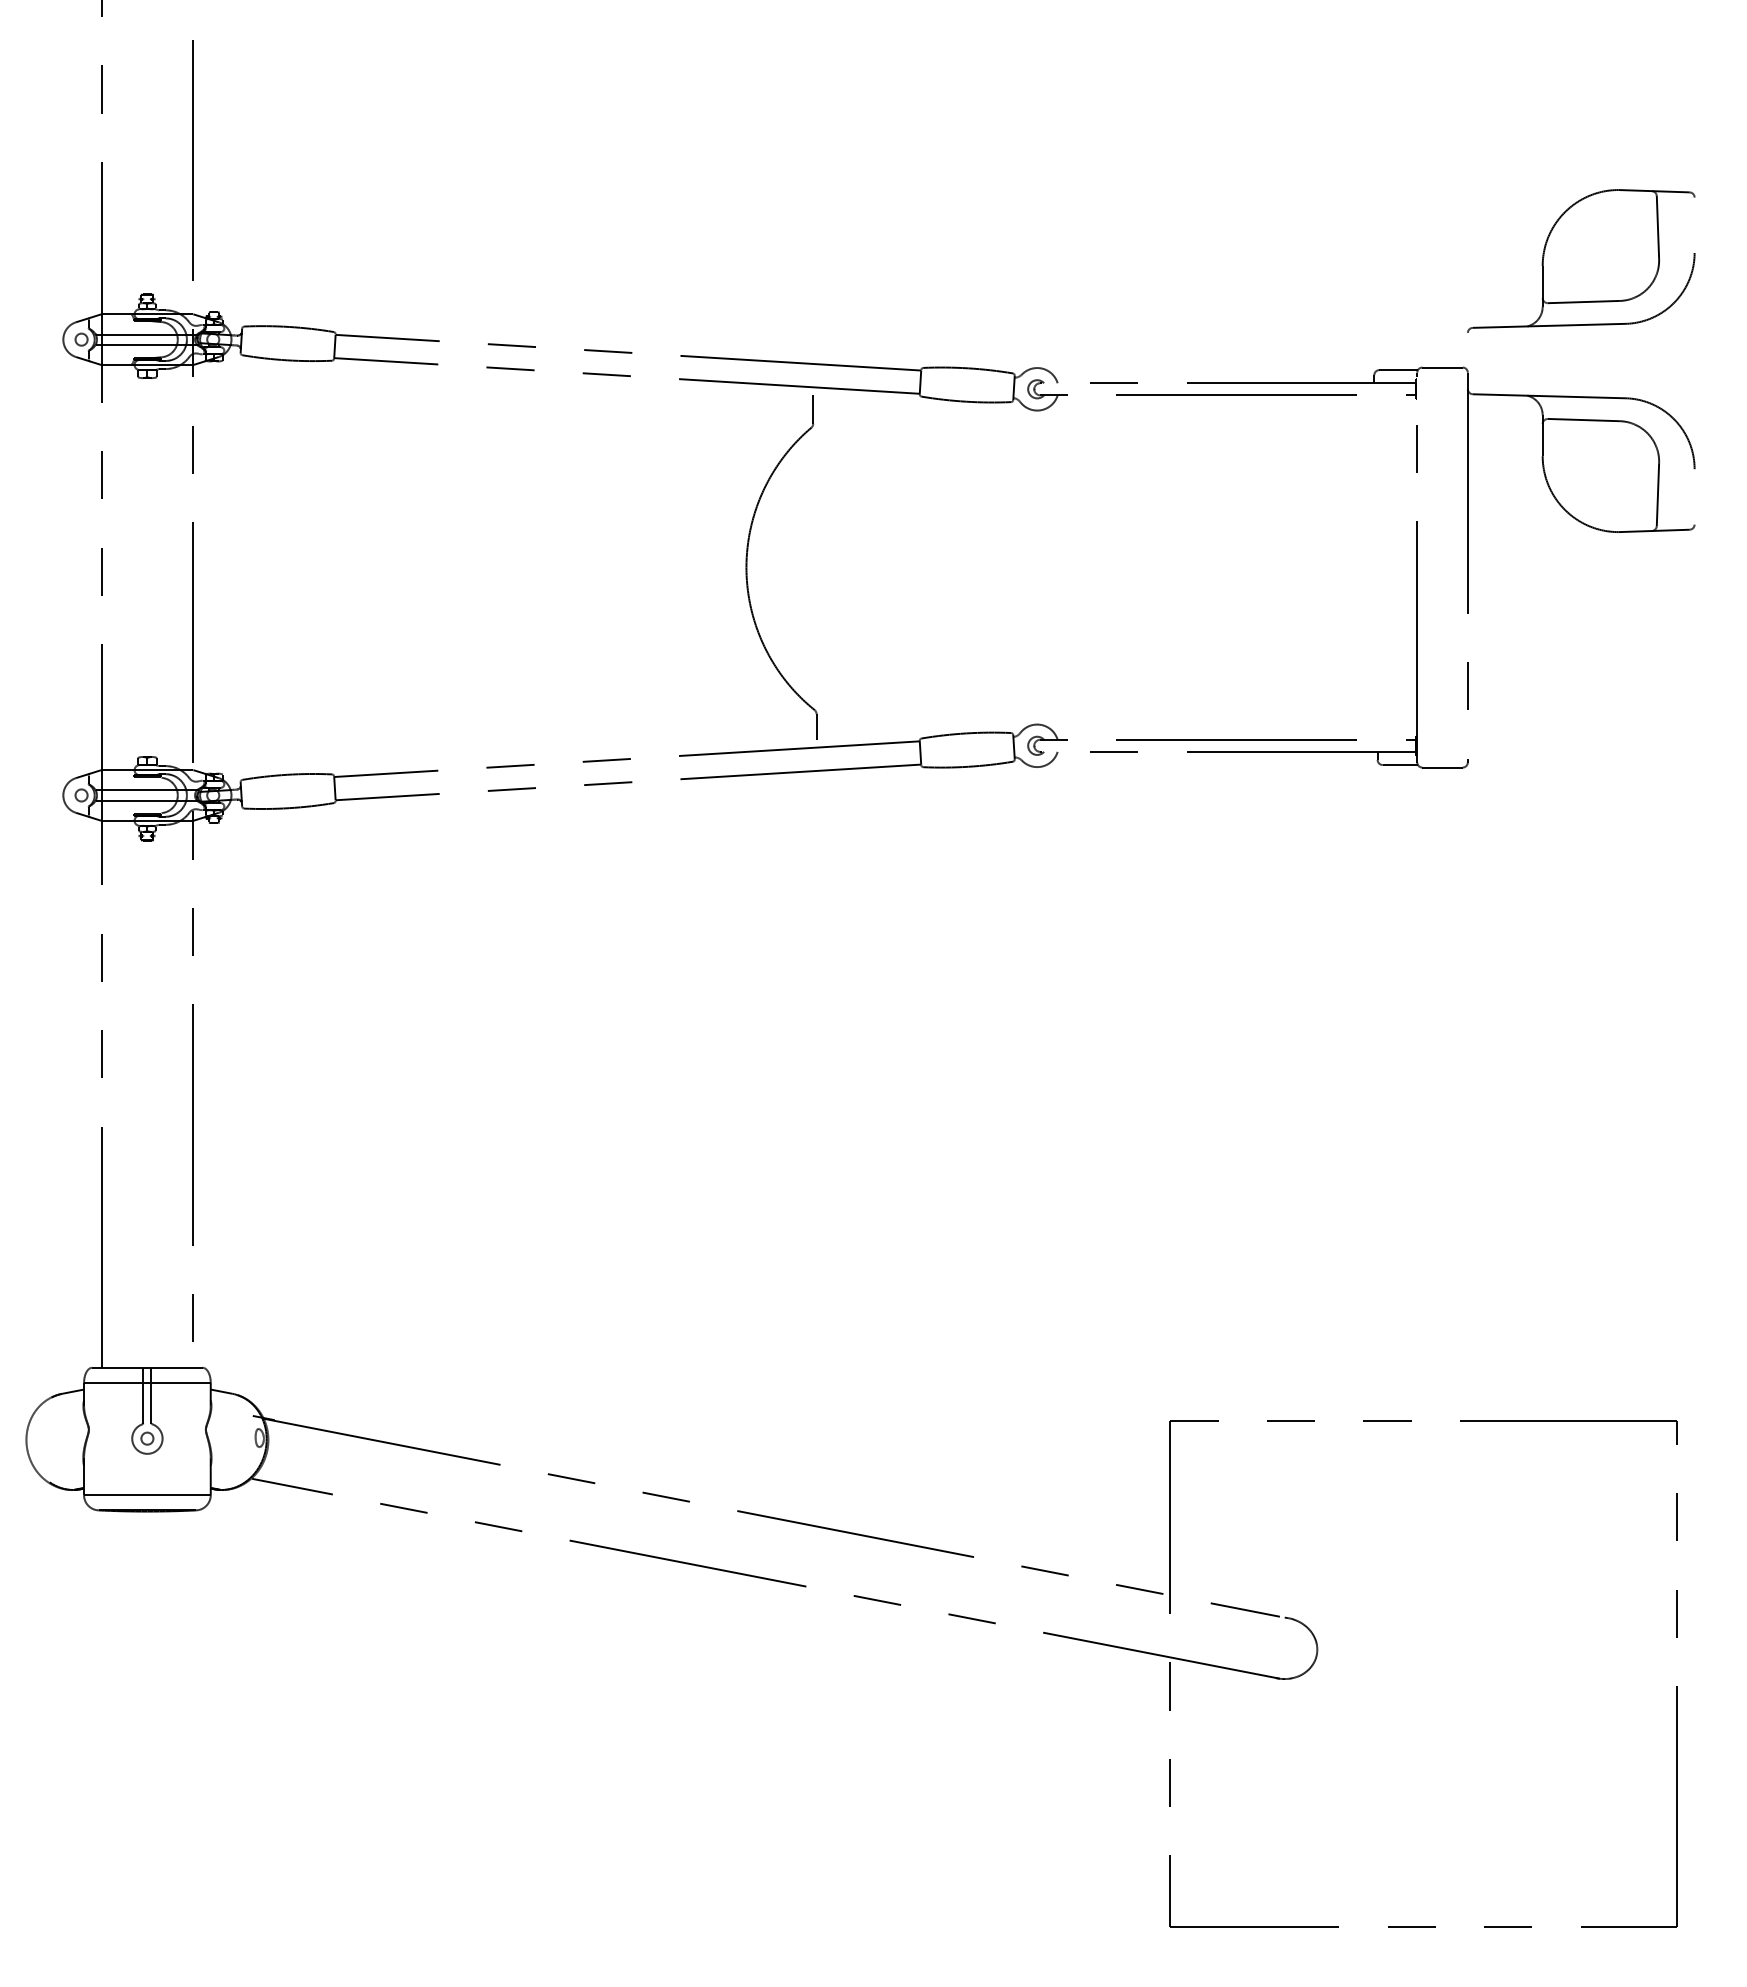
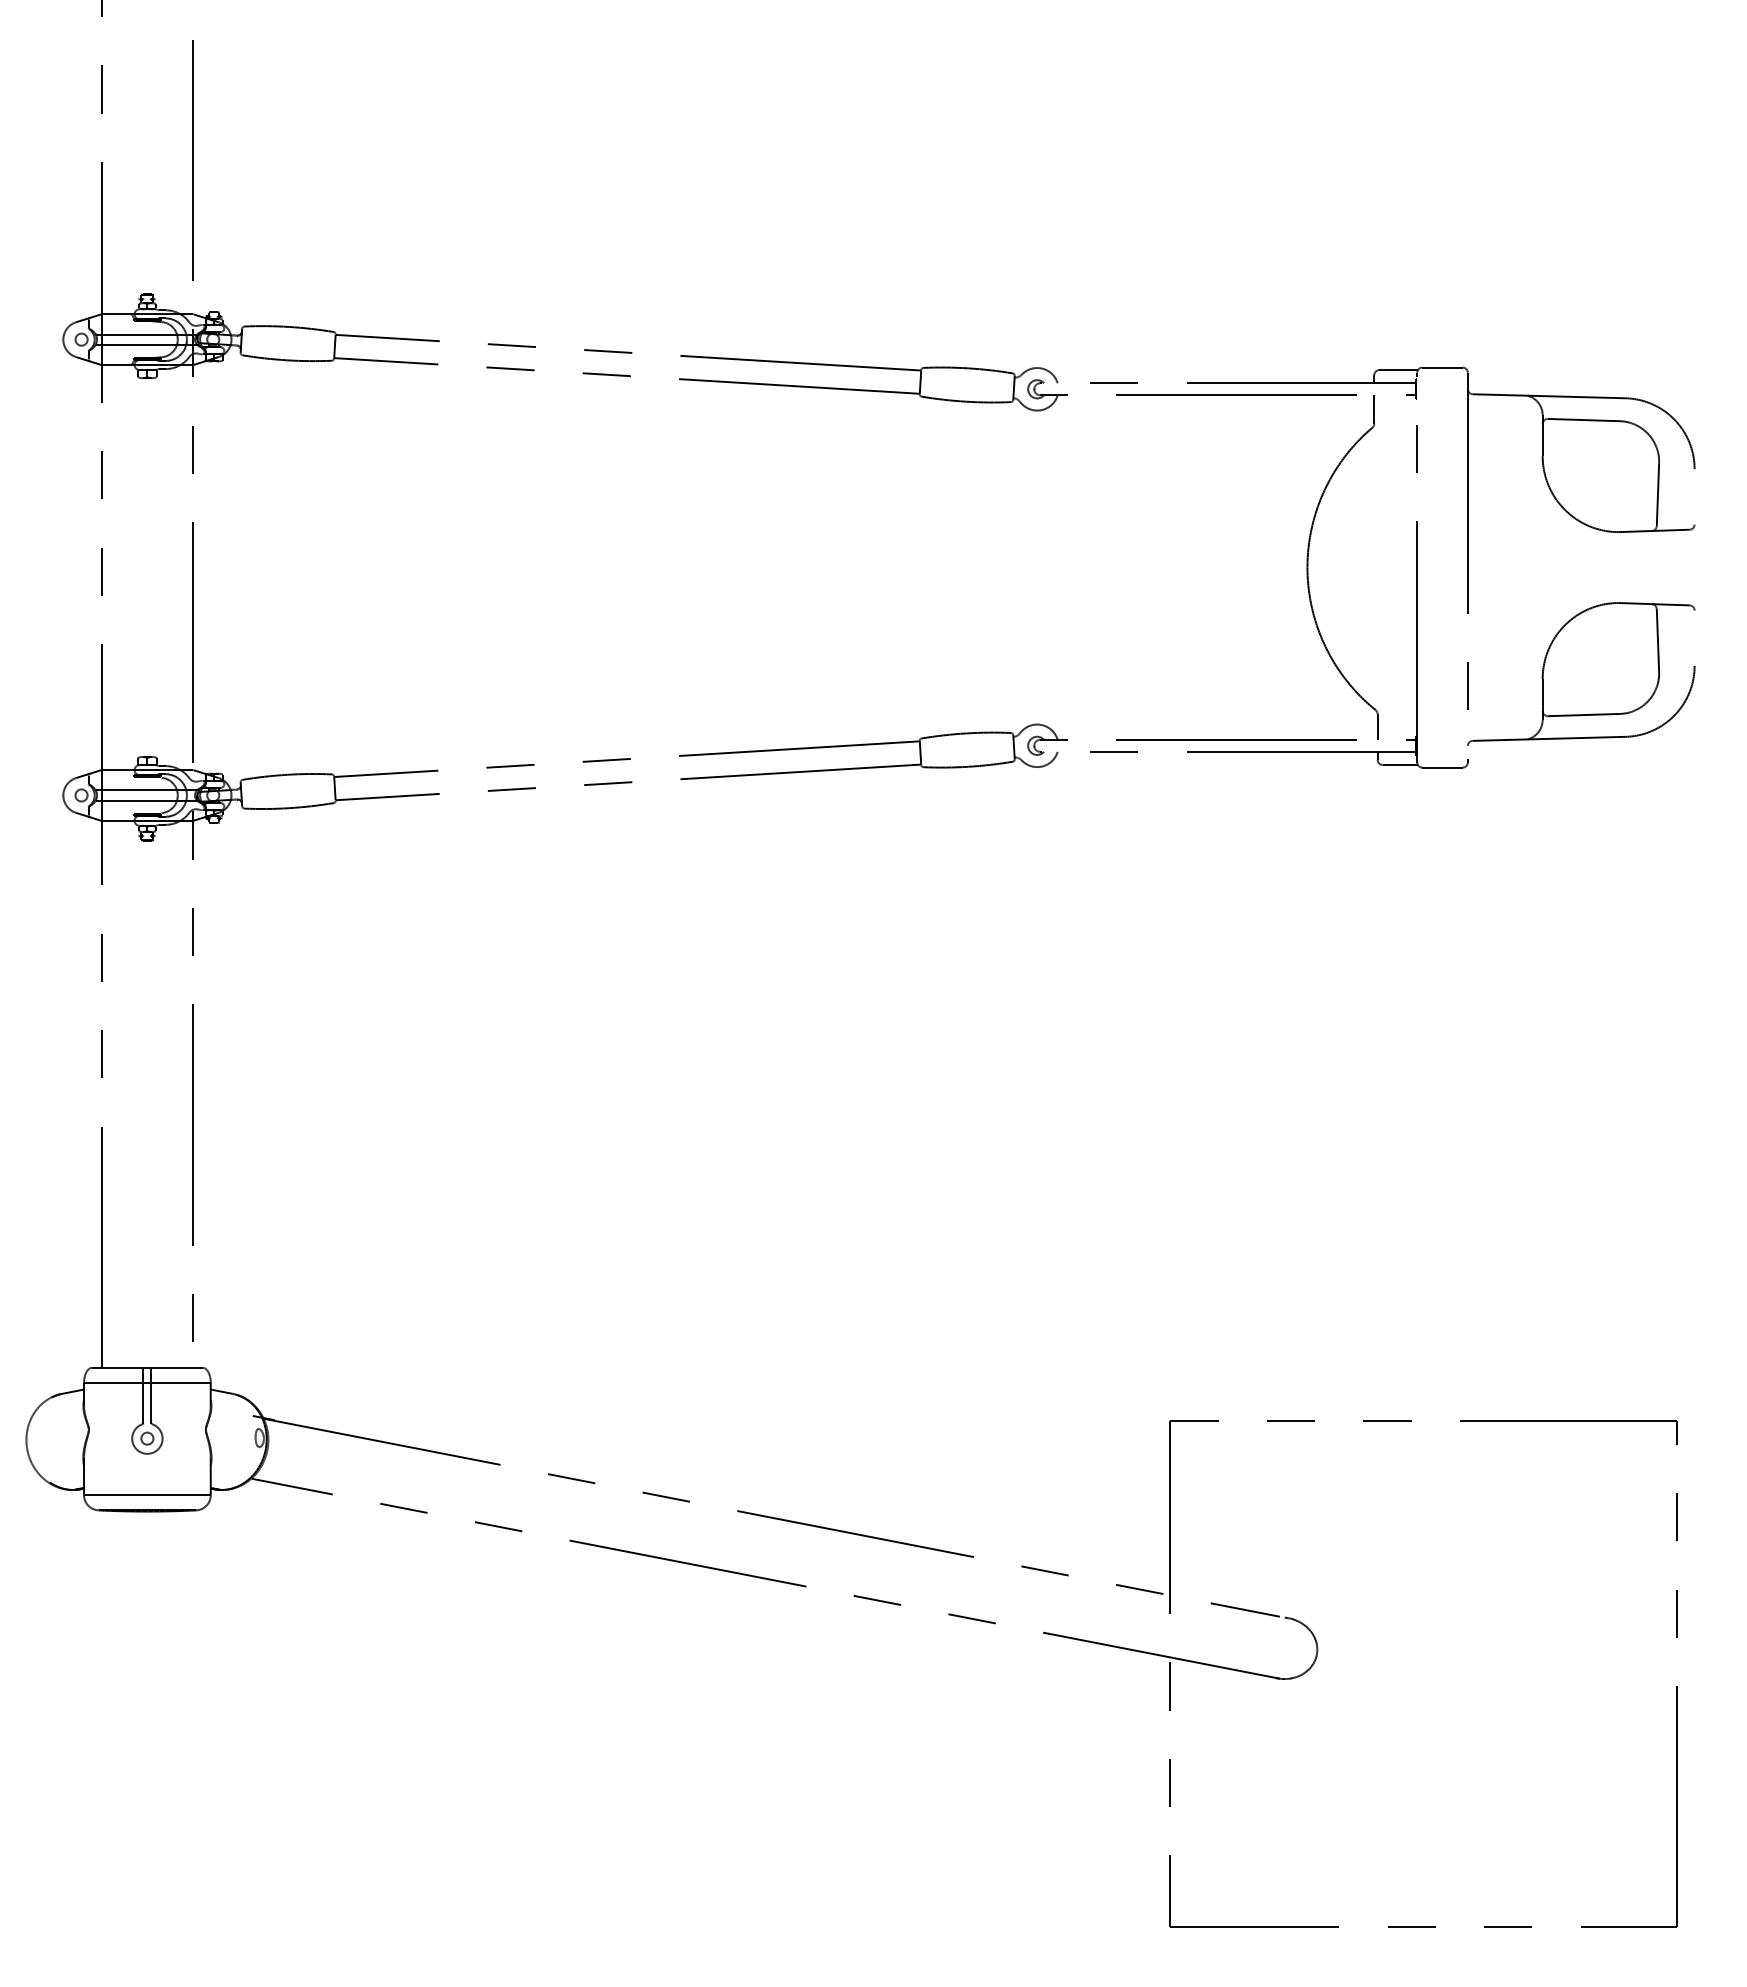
part at (1581, 260) position: (1581, 260) -> (1581, 673)
part at (747, 567) position: (747, 567) -> (1308, 567)
